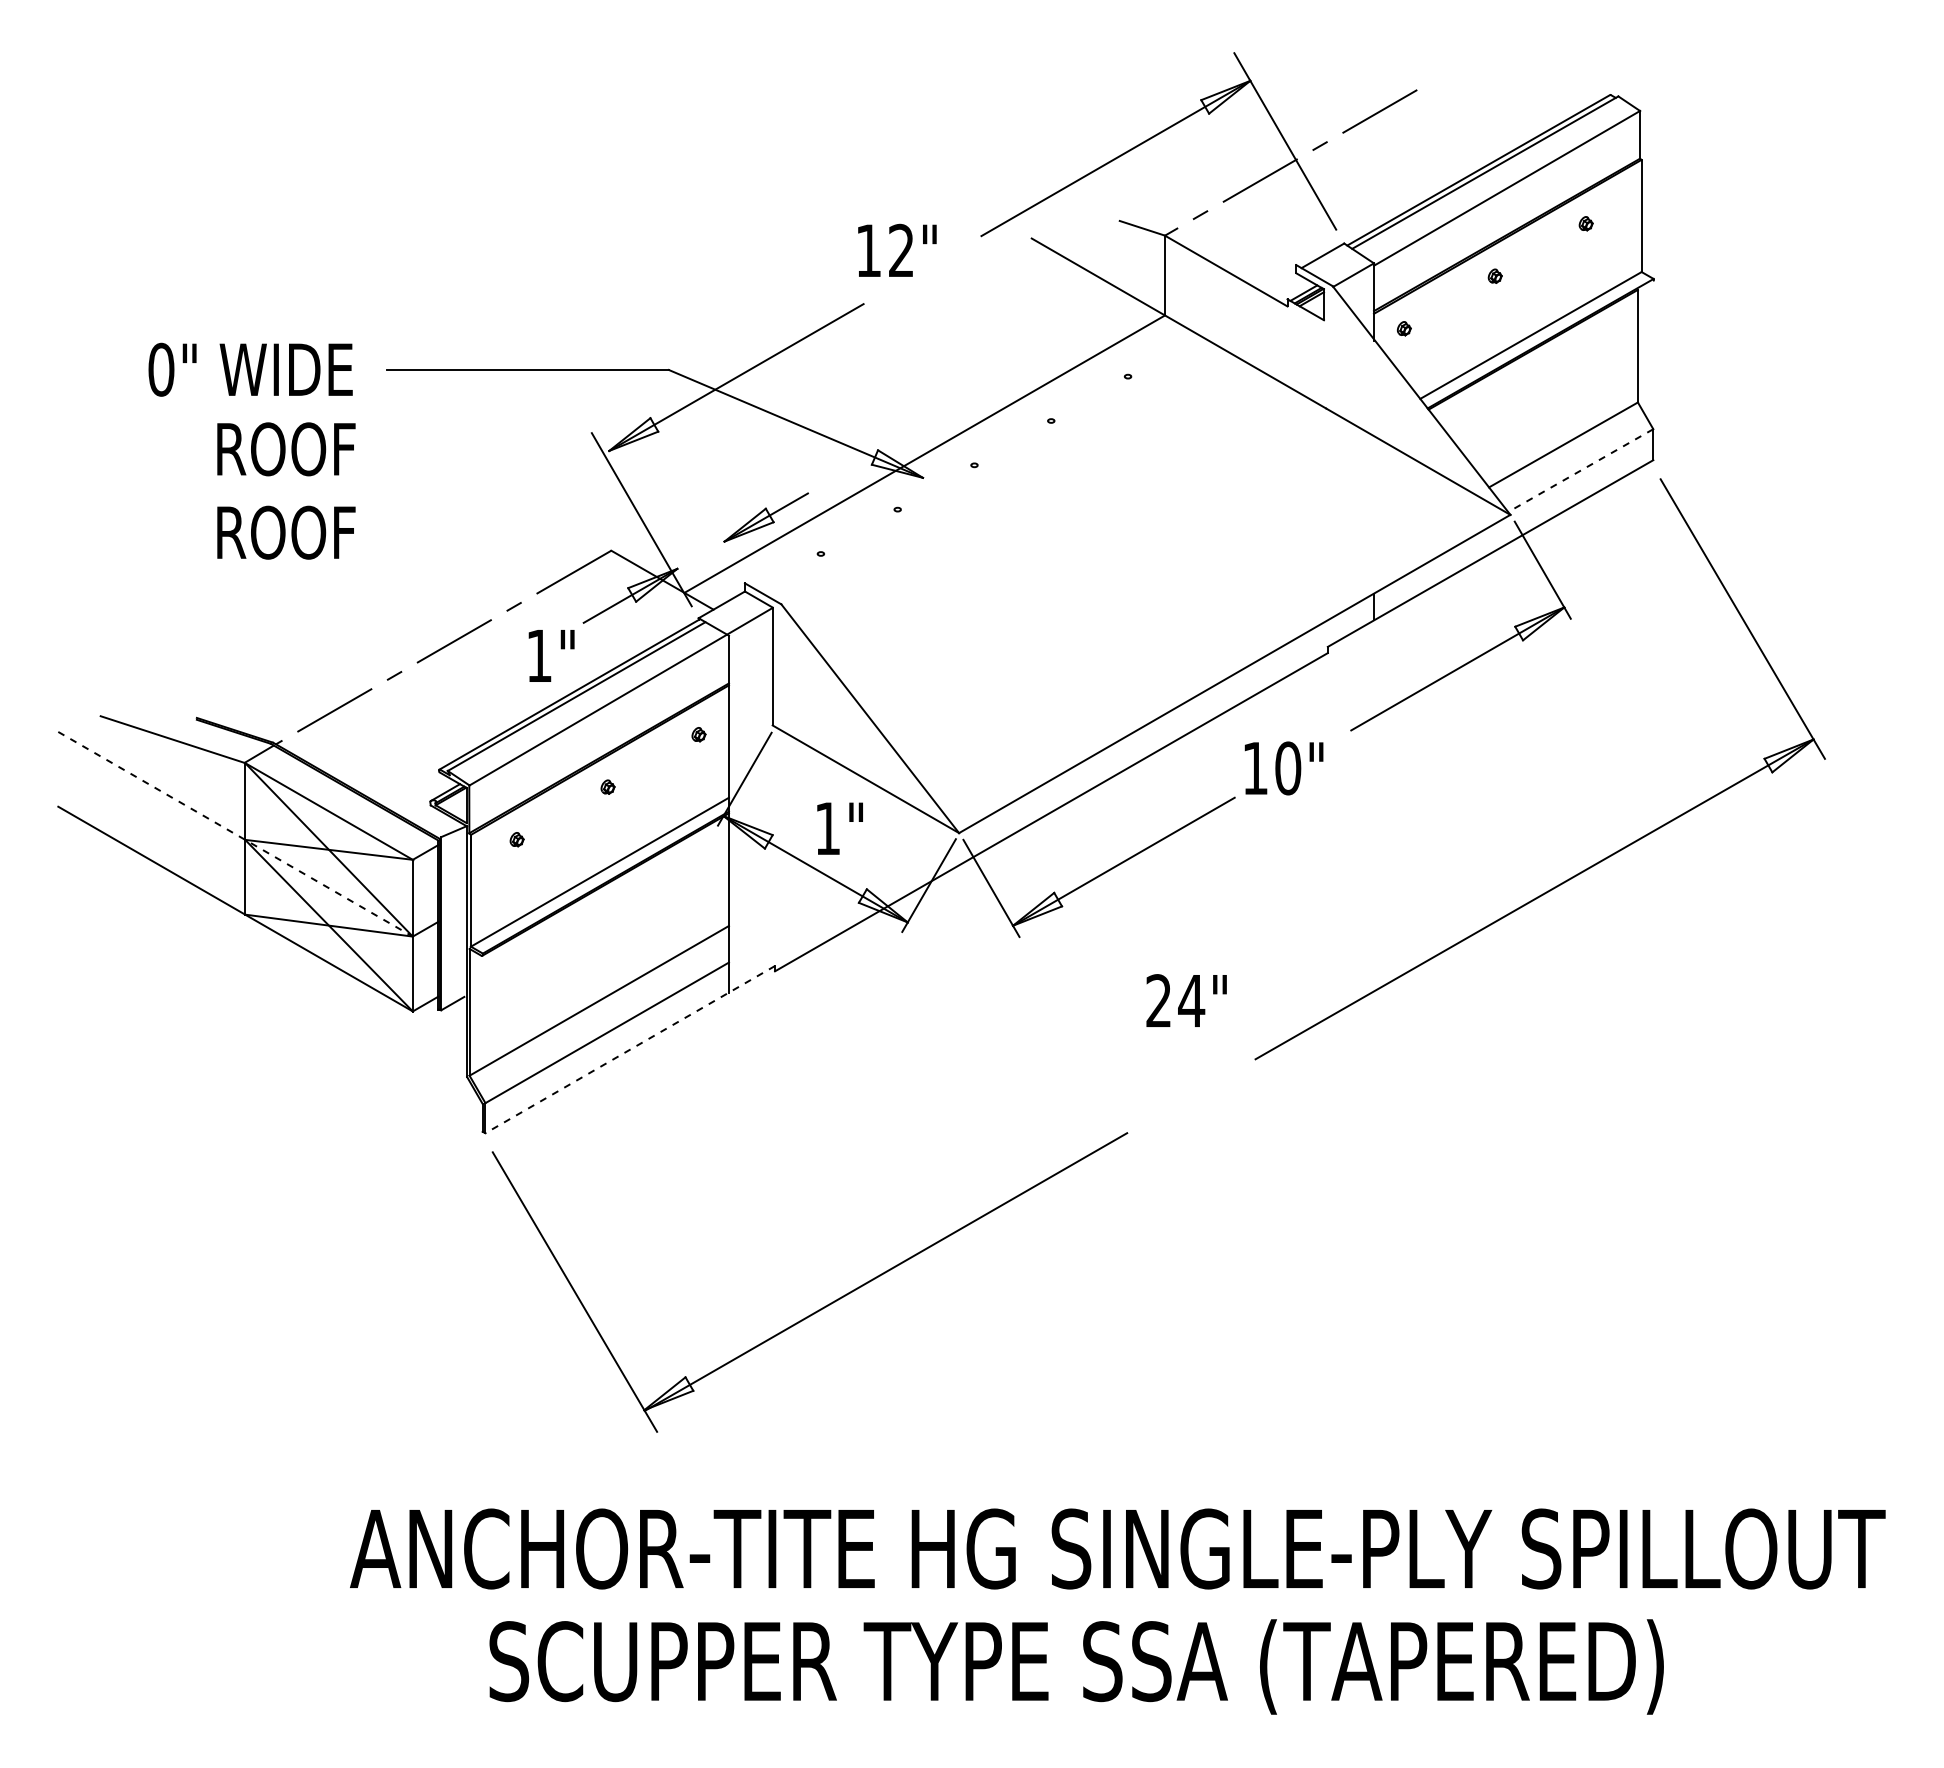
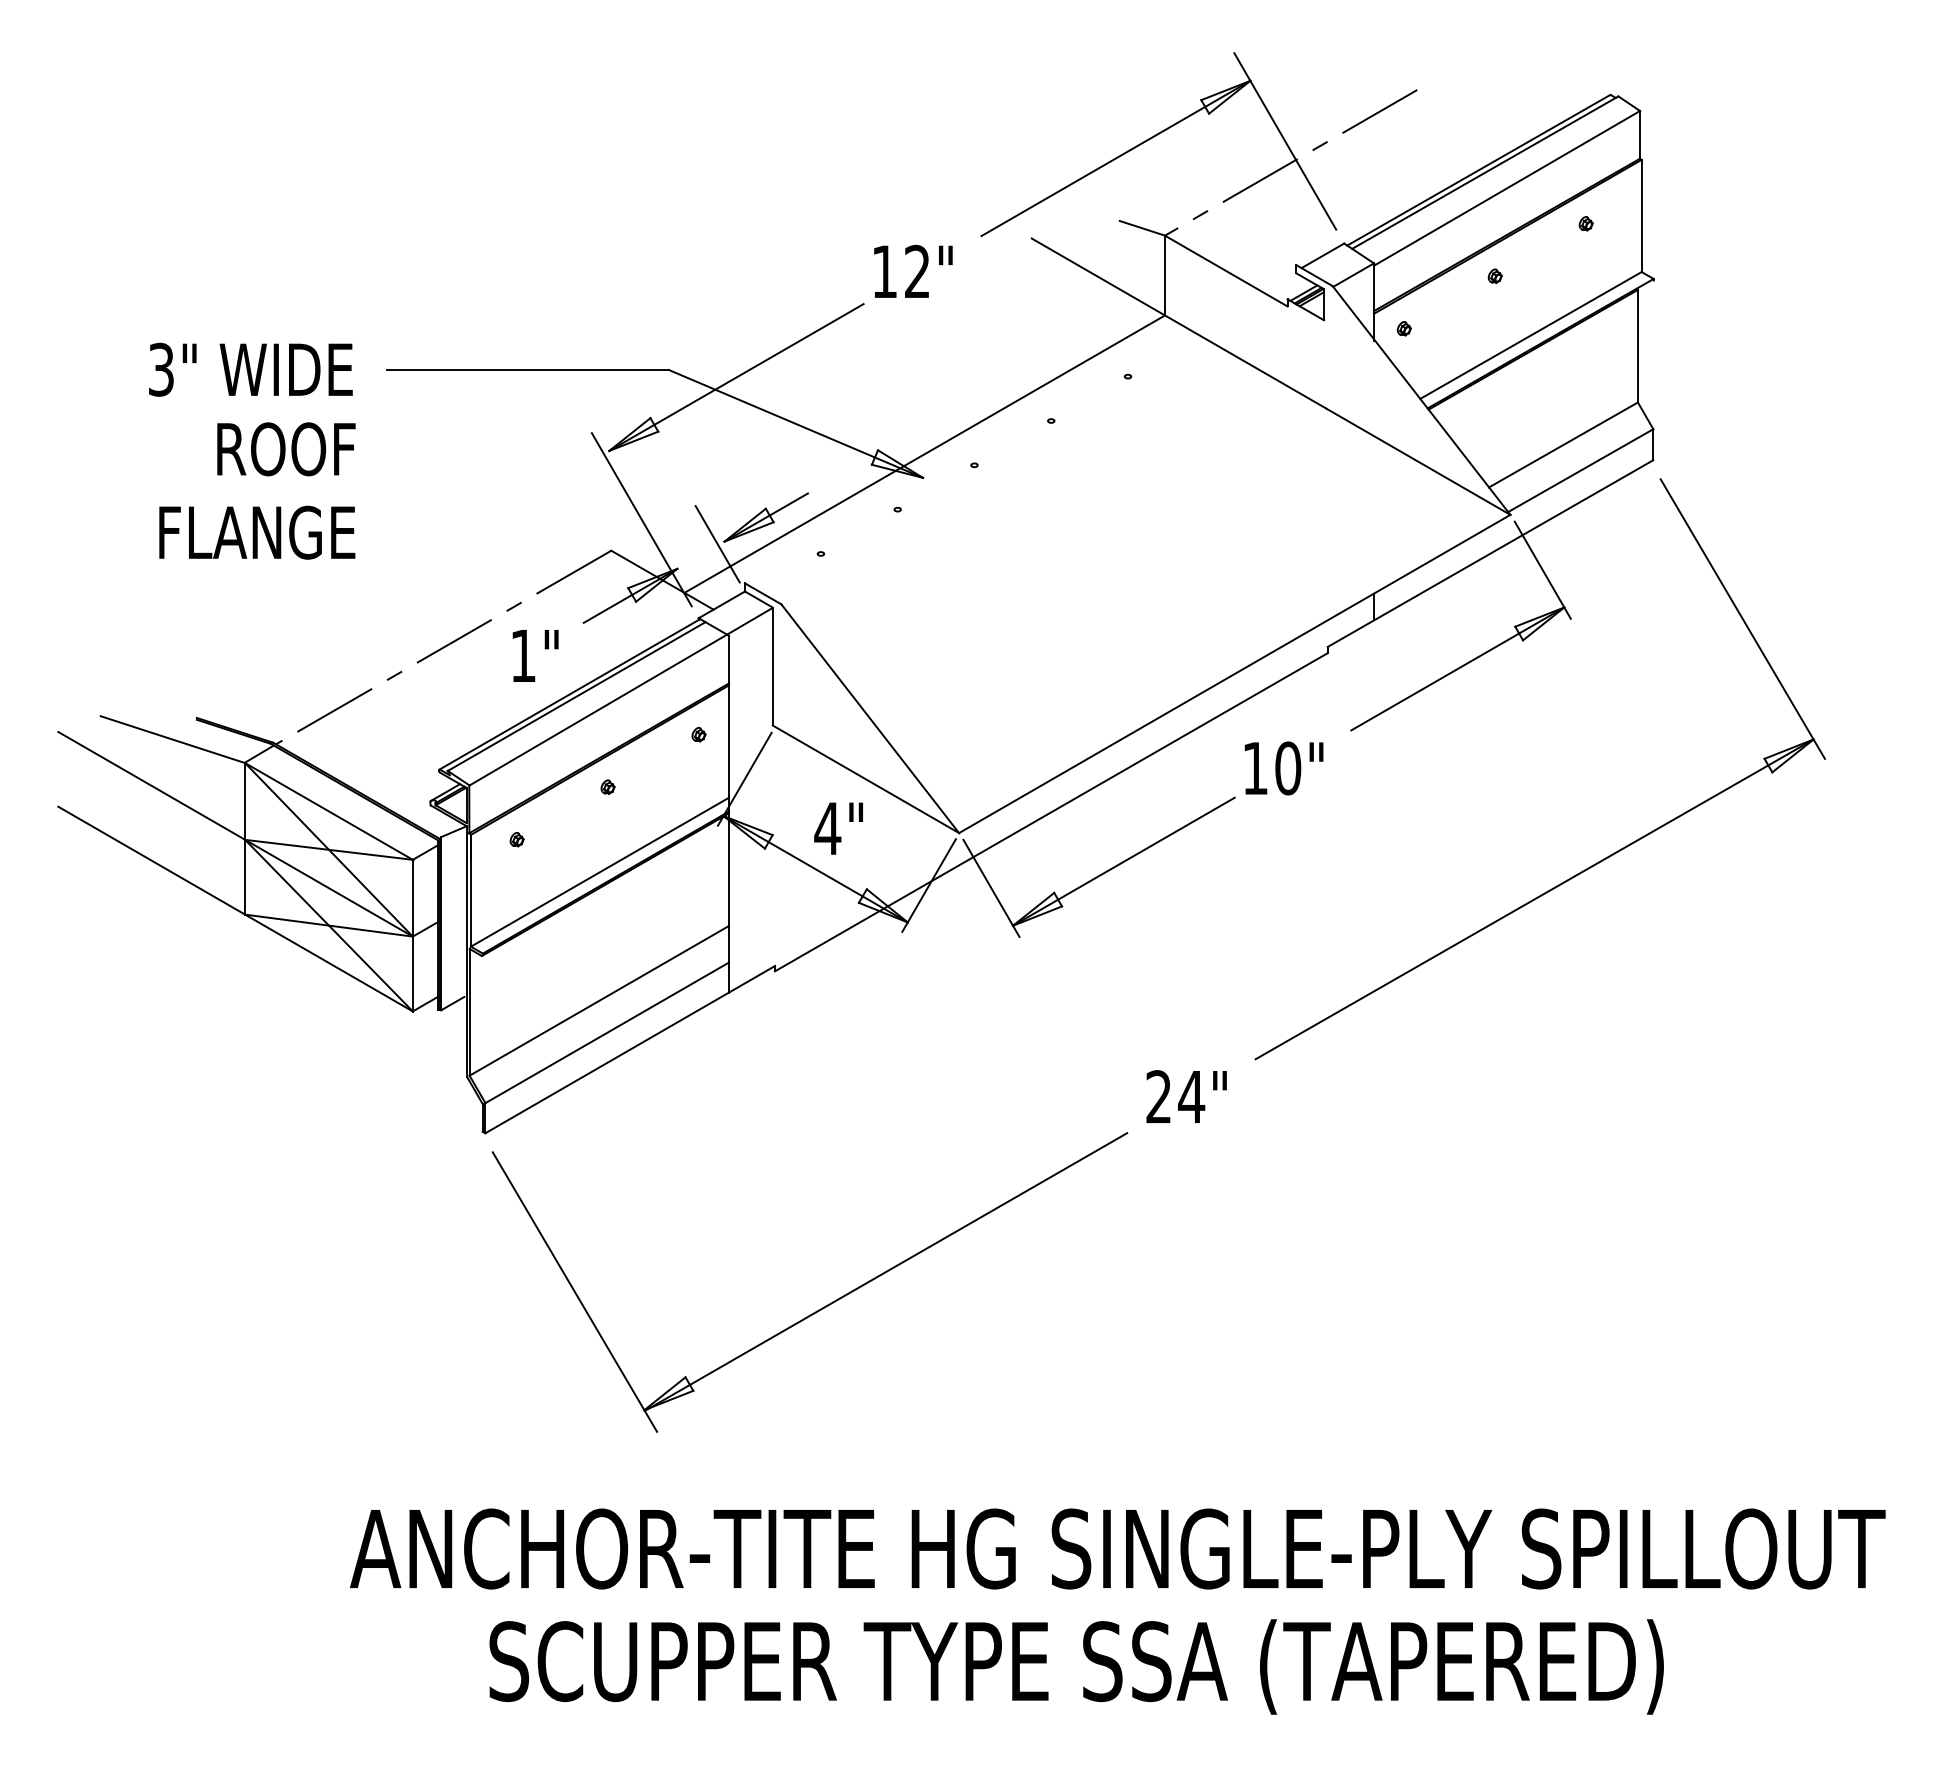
text at (897, 249) position: (897, 249) -> (913, 270)
text at (161, 369): 0" -> 3"
line at (1580, 470): dashed -> solid
text at (257, 532): ROOF -> FLANGE
line at (717, 544): none -> present
text at (551, 655) position: (551, 655) -> (535, 655)
text at (827, 828): 1" -> 4"
line at (235, 834): dashed -> solid
text at (1186, 1000) position: (1186, 1000) -> (1186, 1096)
line at (629, 1049): dashed -> solid
